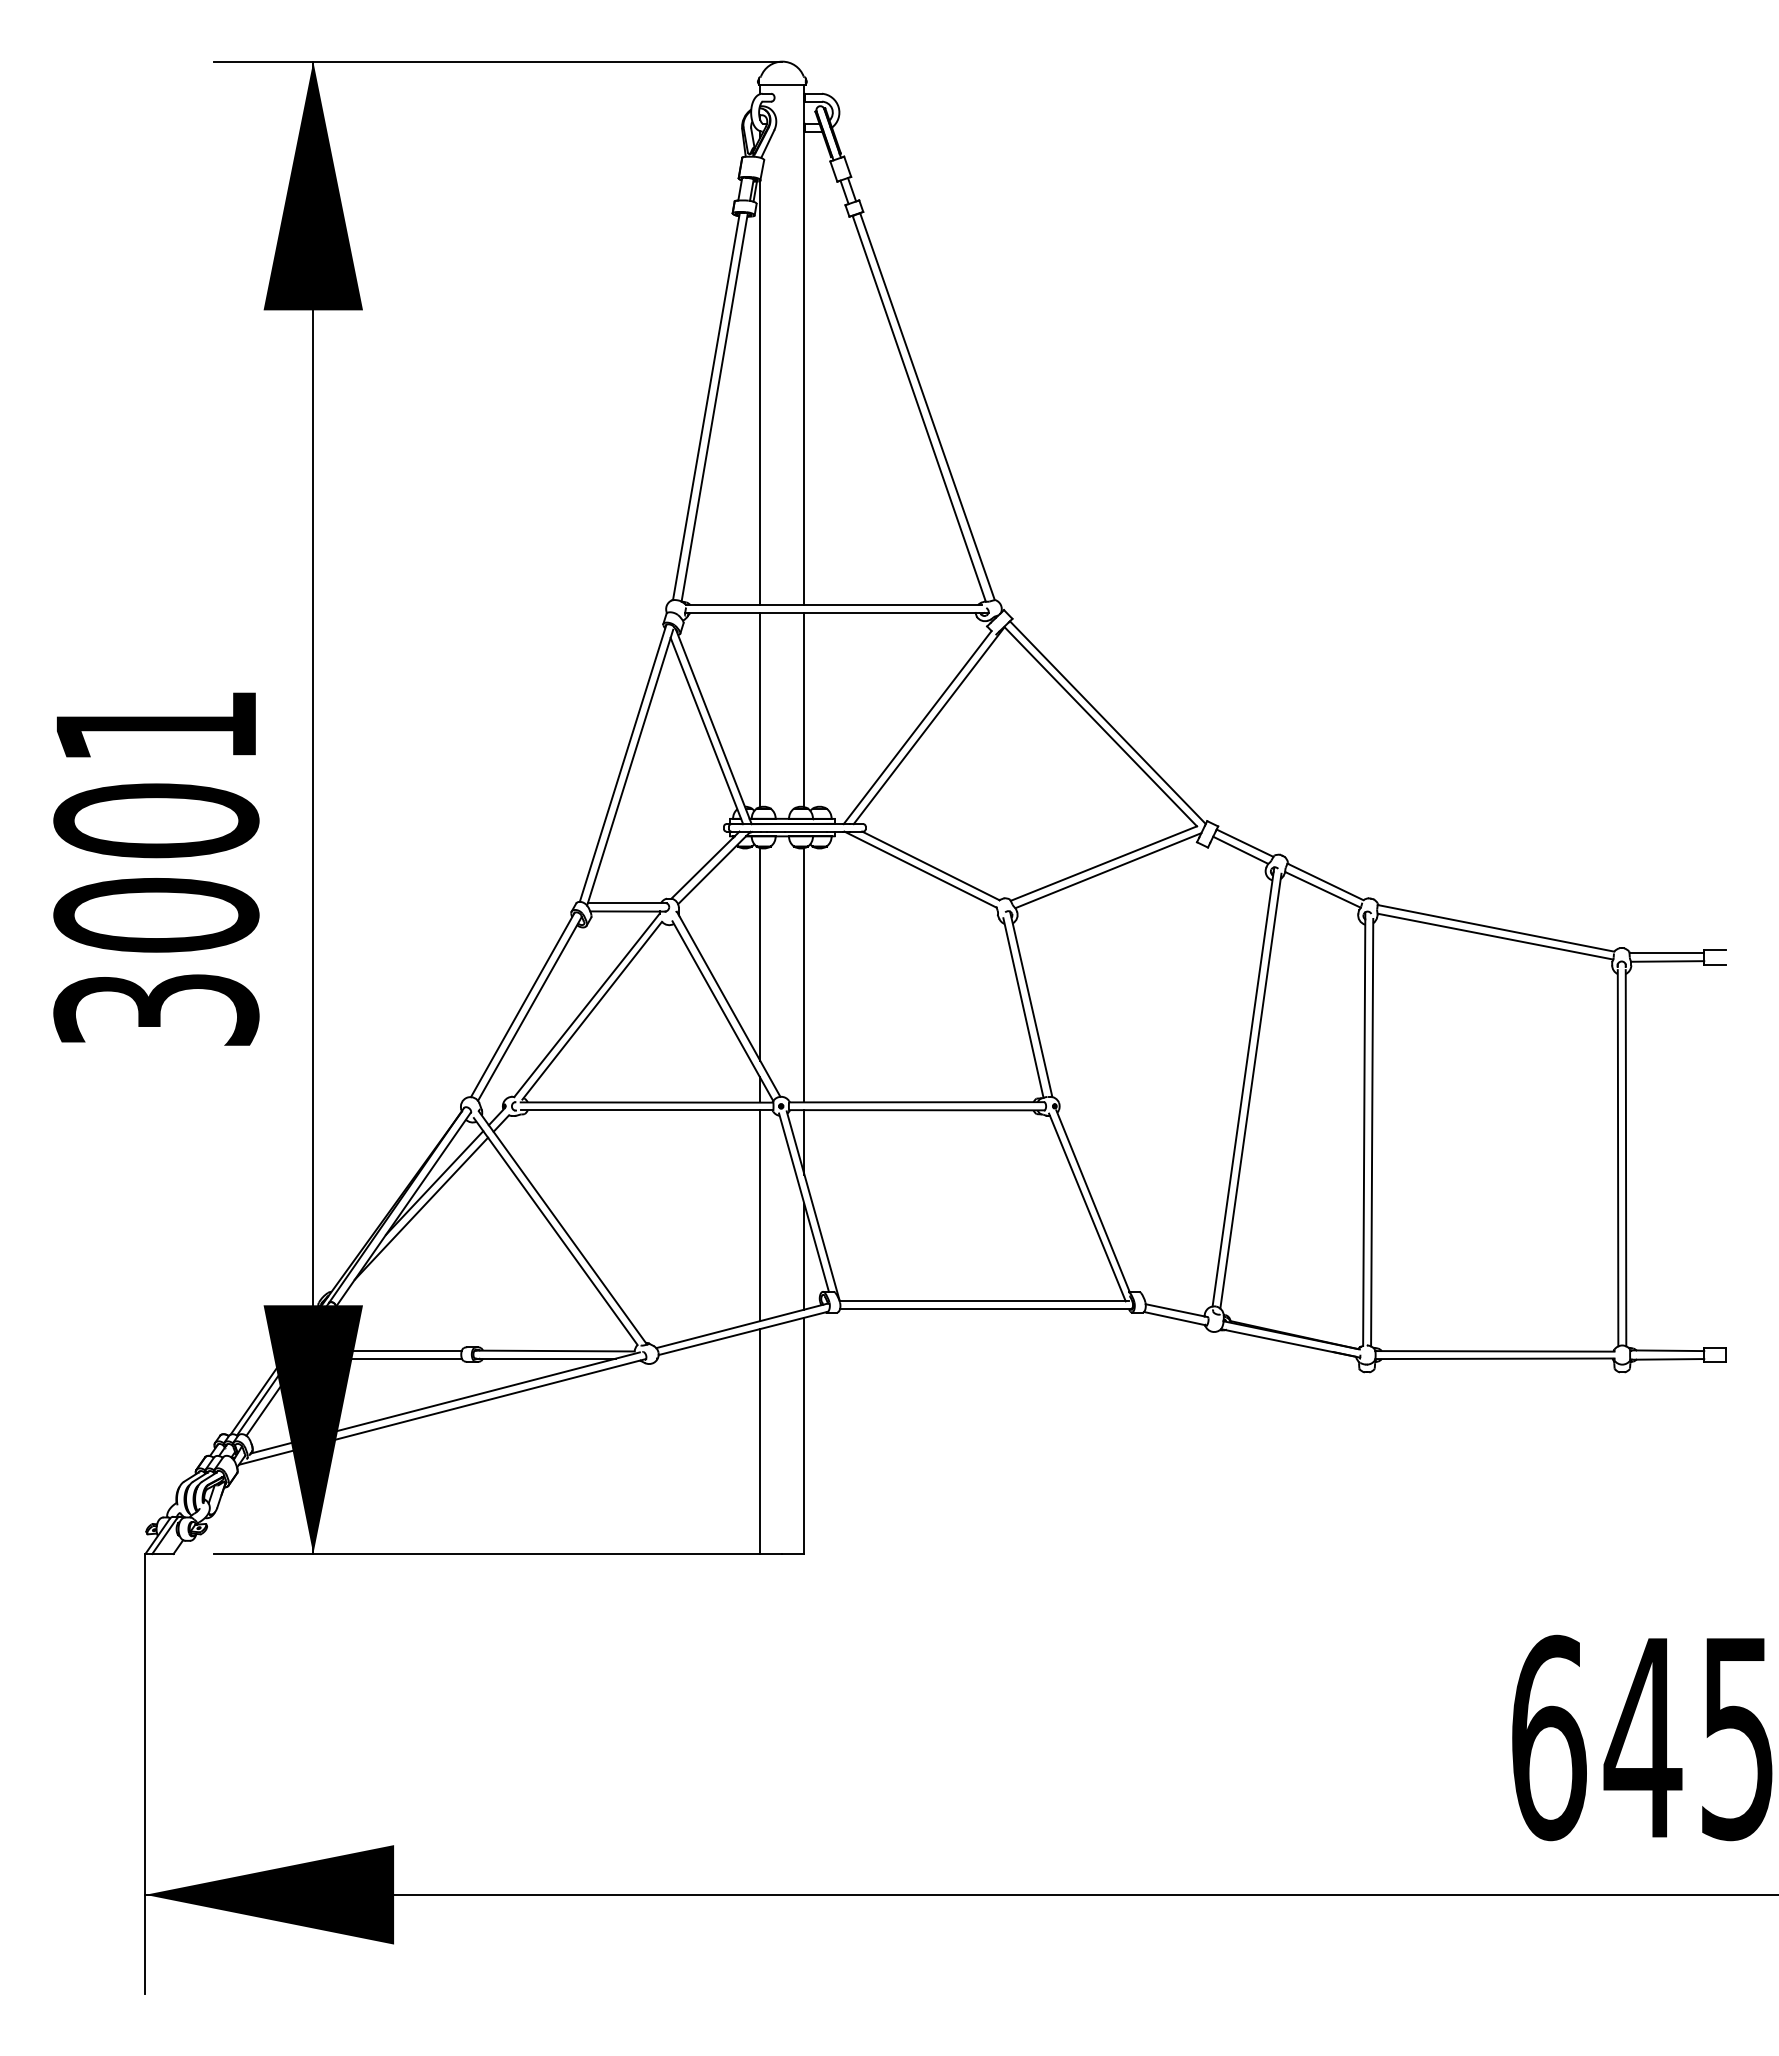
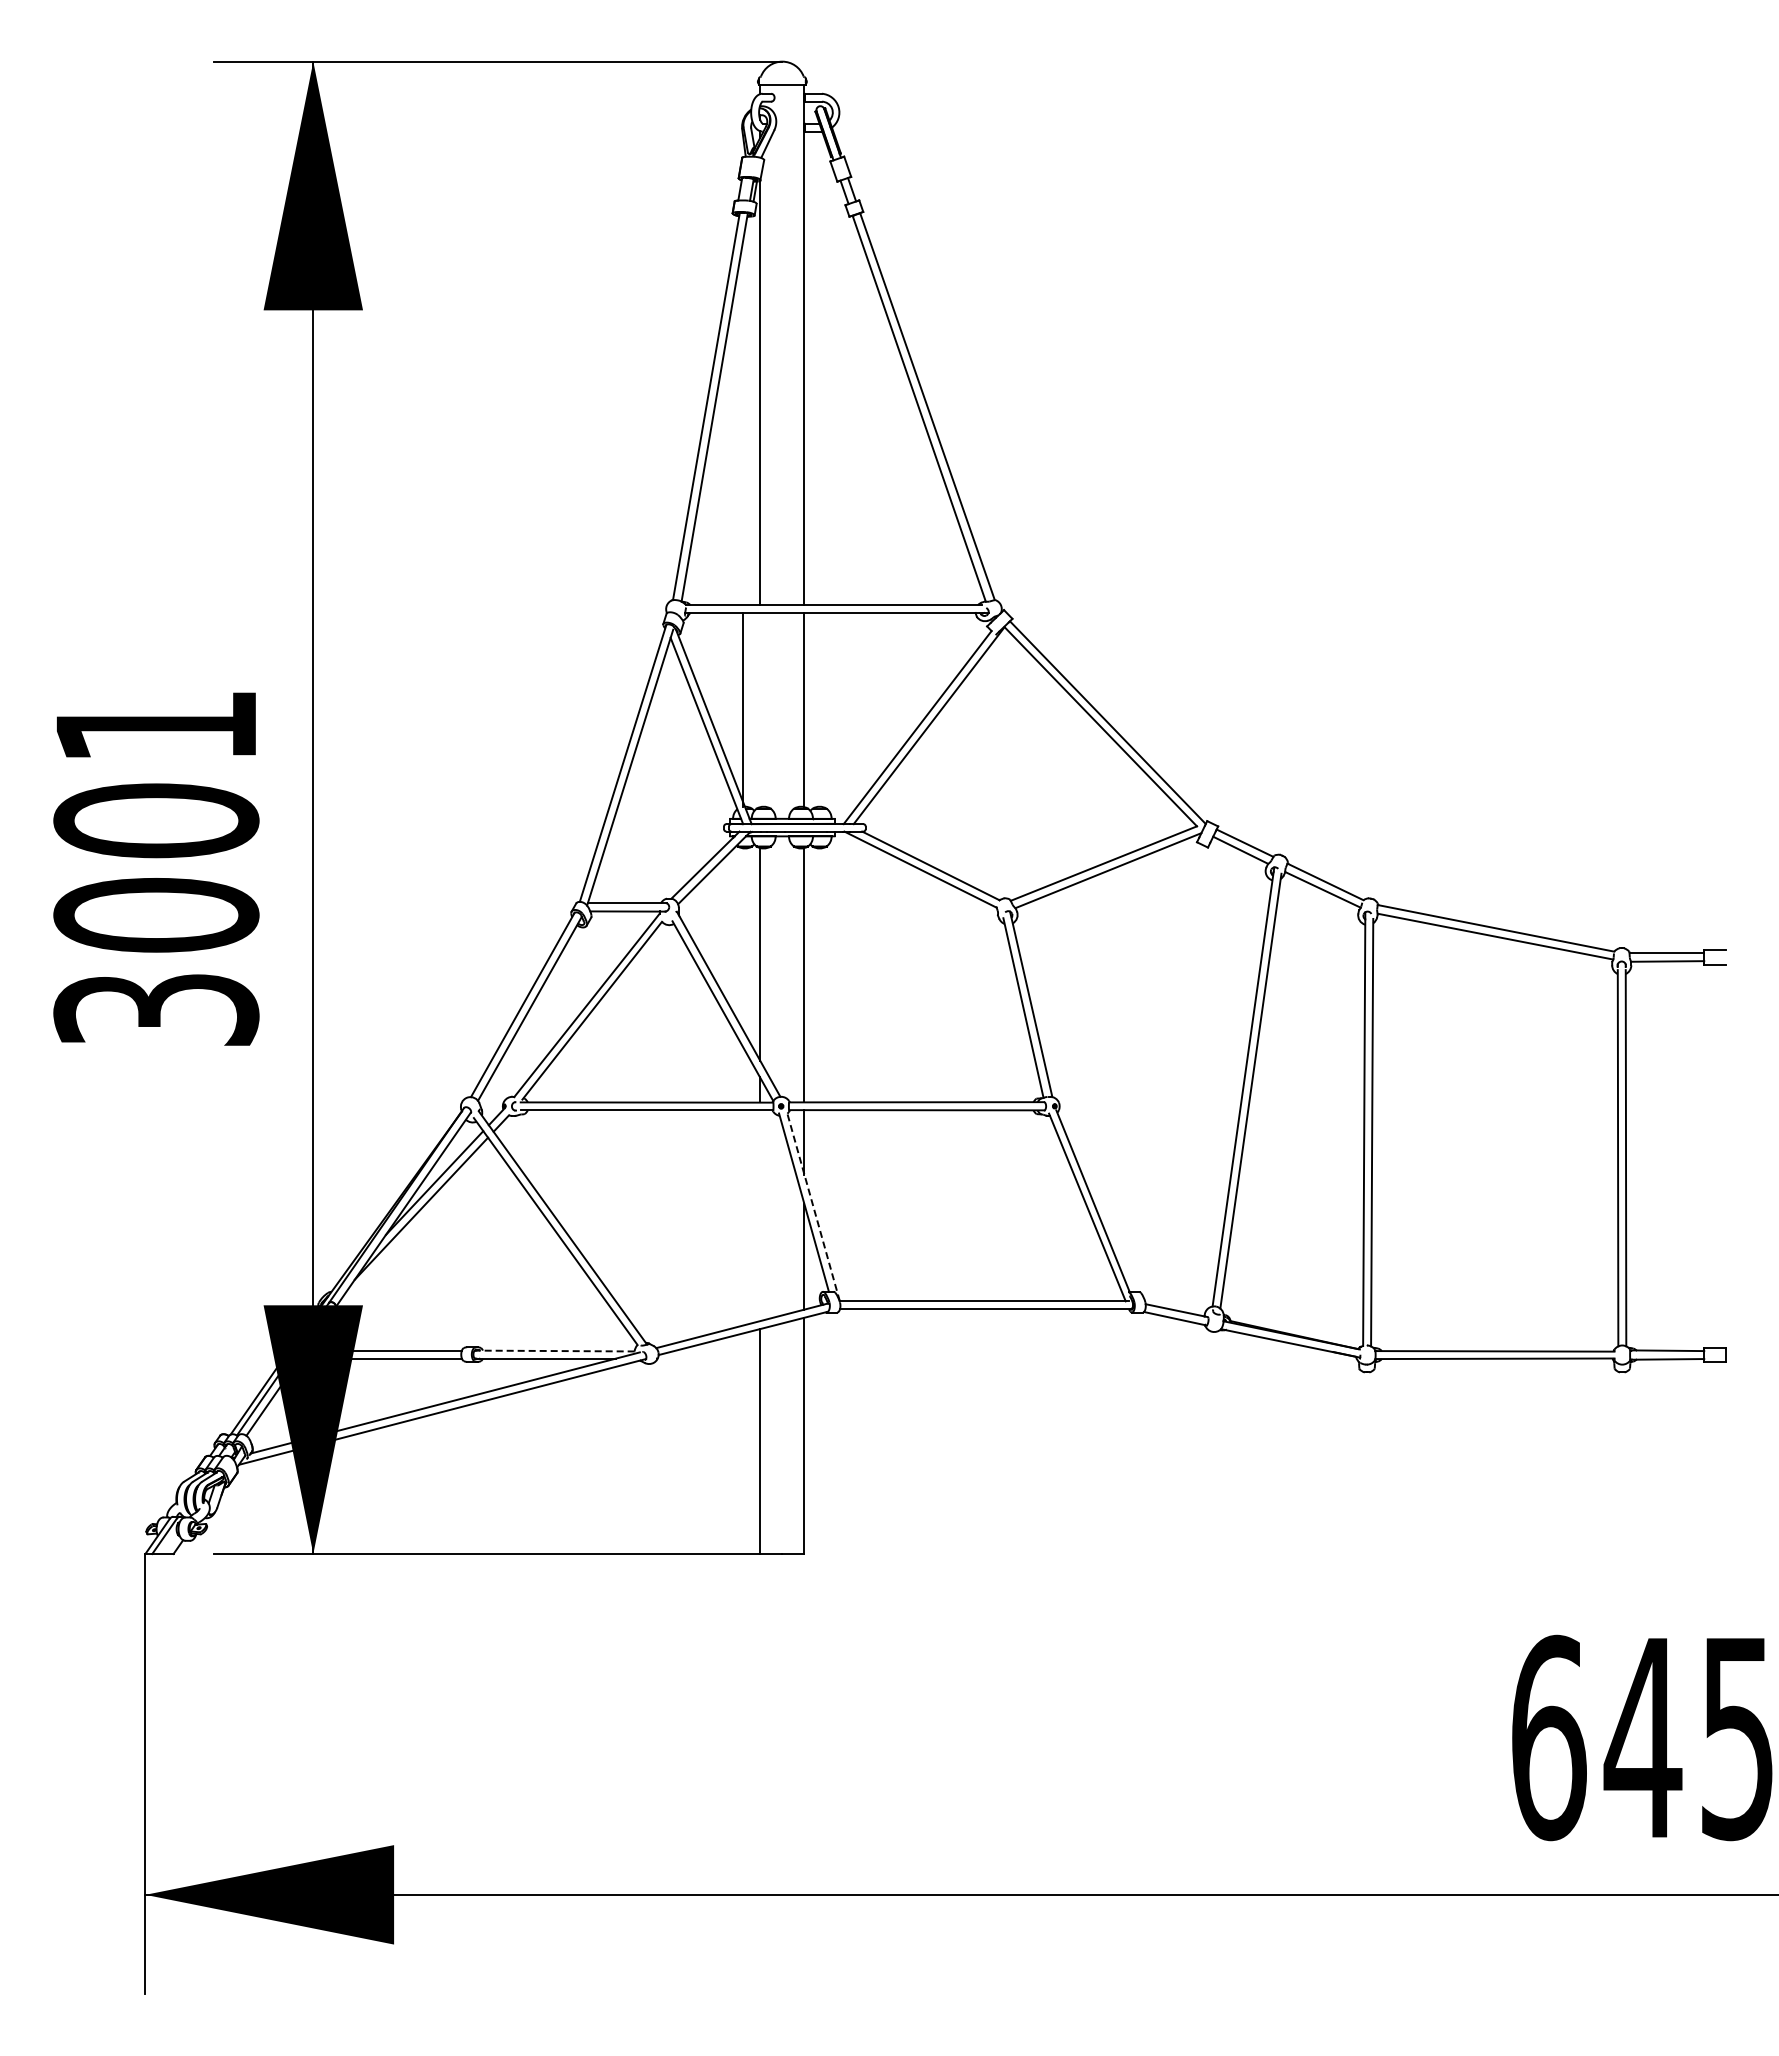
line at (760, 710) position: (760, 710) -> (743, 710)
line at (813, 1206): solid -> dashed
line at (760, 1215): present -> none
line at (554, 1351): solid -> dashed
